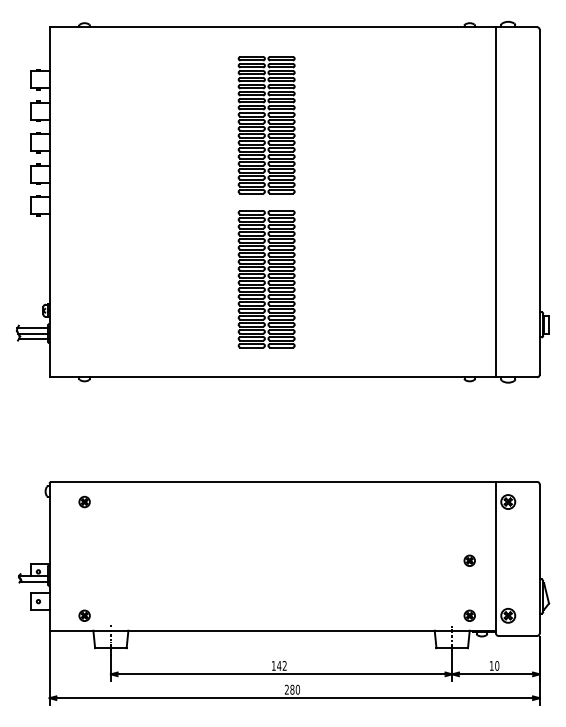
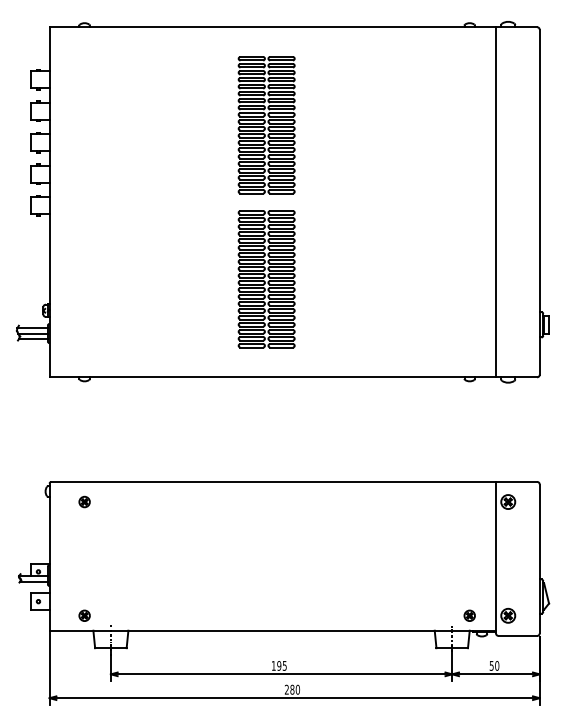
part at (469, 560): present -> none
text at (281, 665): 142 -> 195
text at (491, 665): 10 -> 50
